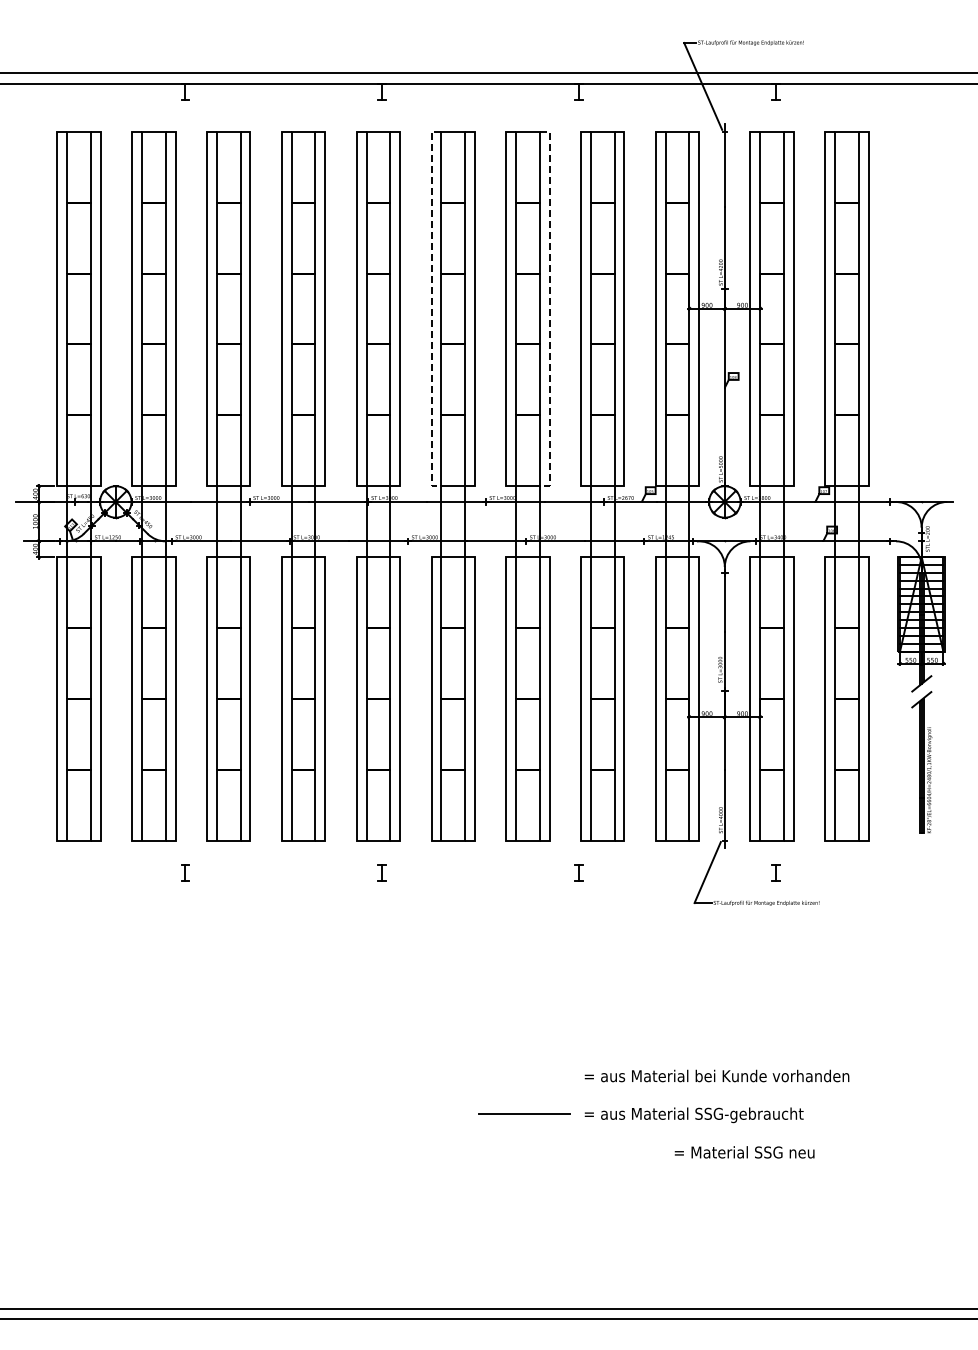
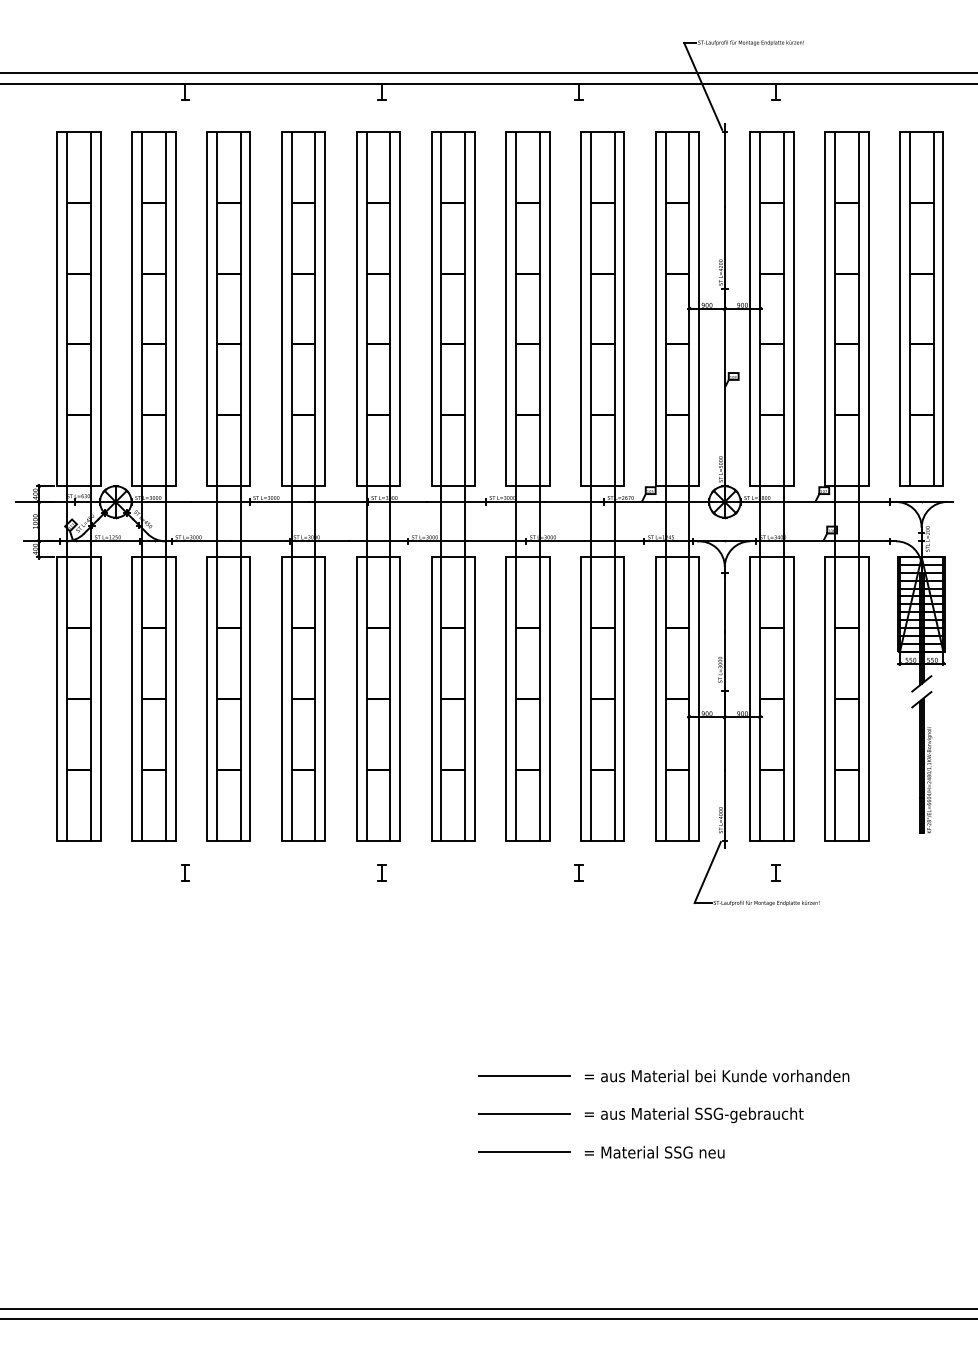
part at (921, 308): none -> present
line at (431, 309): dashed -> solid
line at (549, 309): dashed -> solid
line at (523, 1076): none -> present
line at (523, 1152): none -> present
text at (744, 1152) position: (744, 1152) -> (654, 1152)
